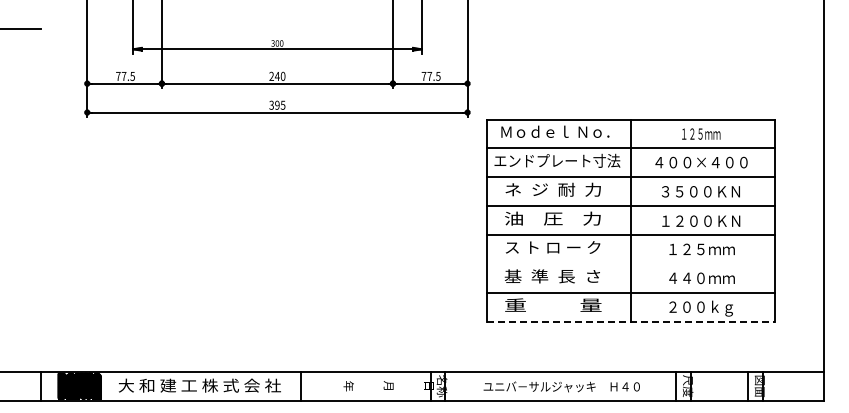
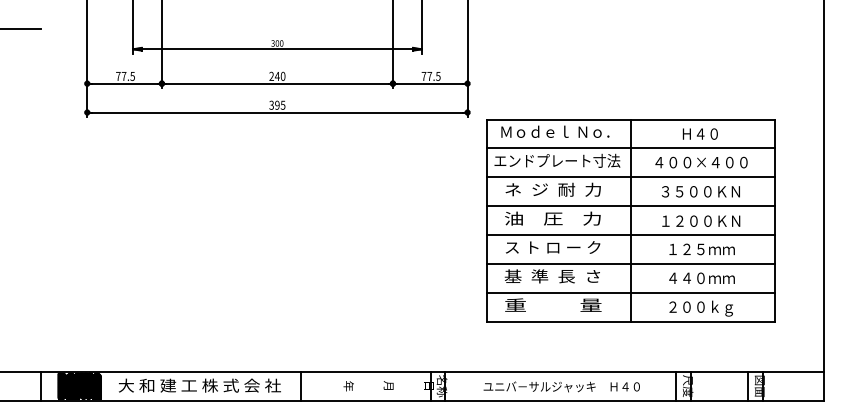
text at (701, 133): １２５ｍｍ -> Ｈ４０
line at (630, 263): none -> present
line at (631, 321): dashed -> solid
